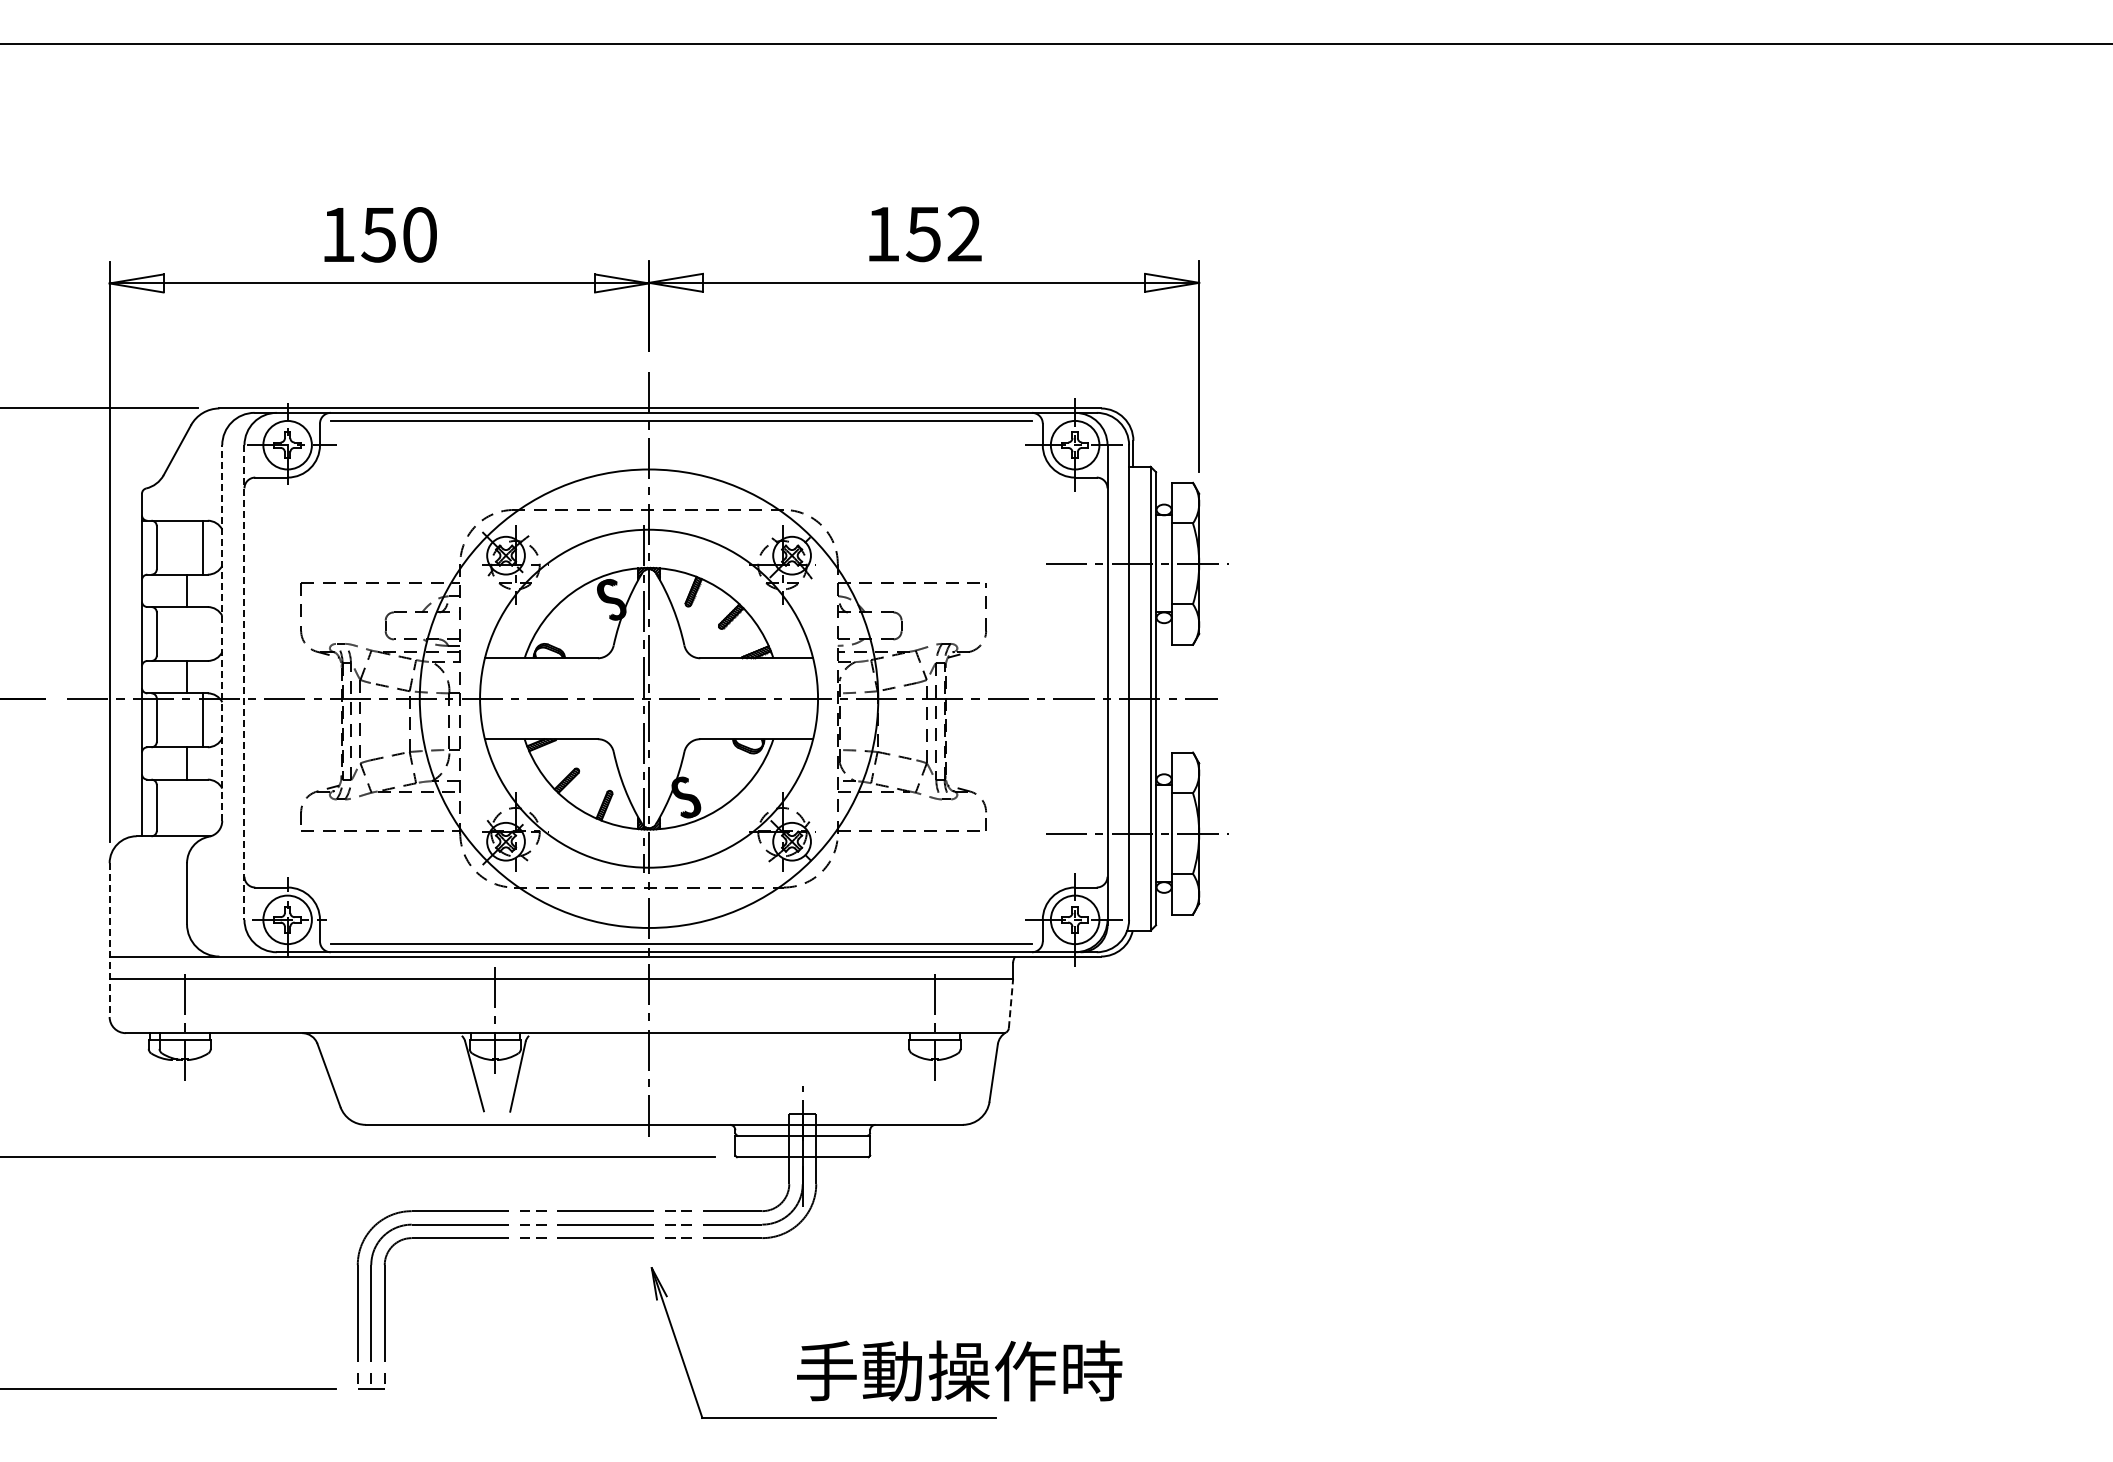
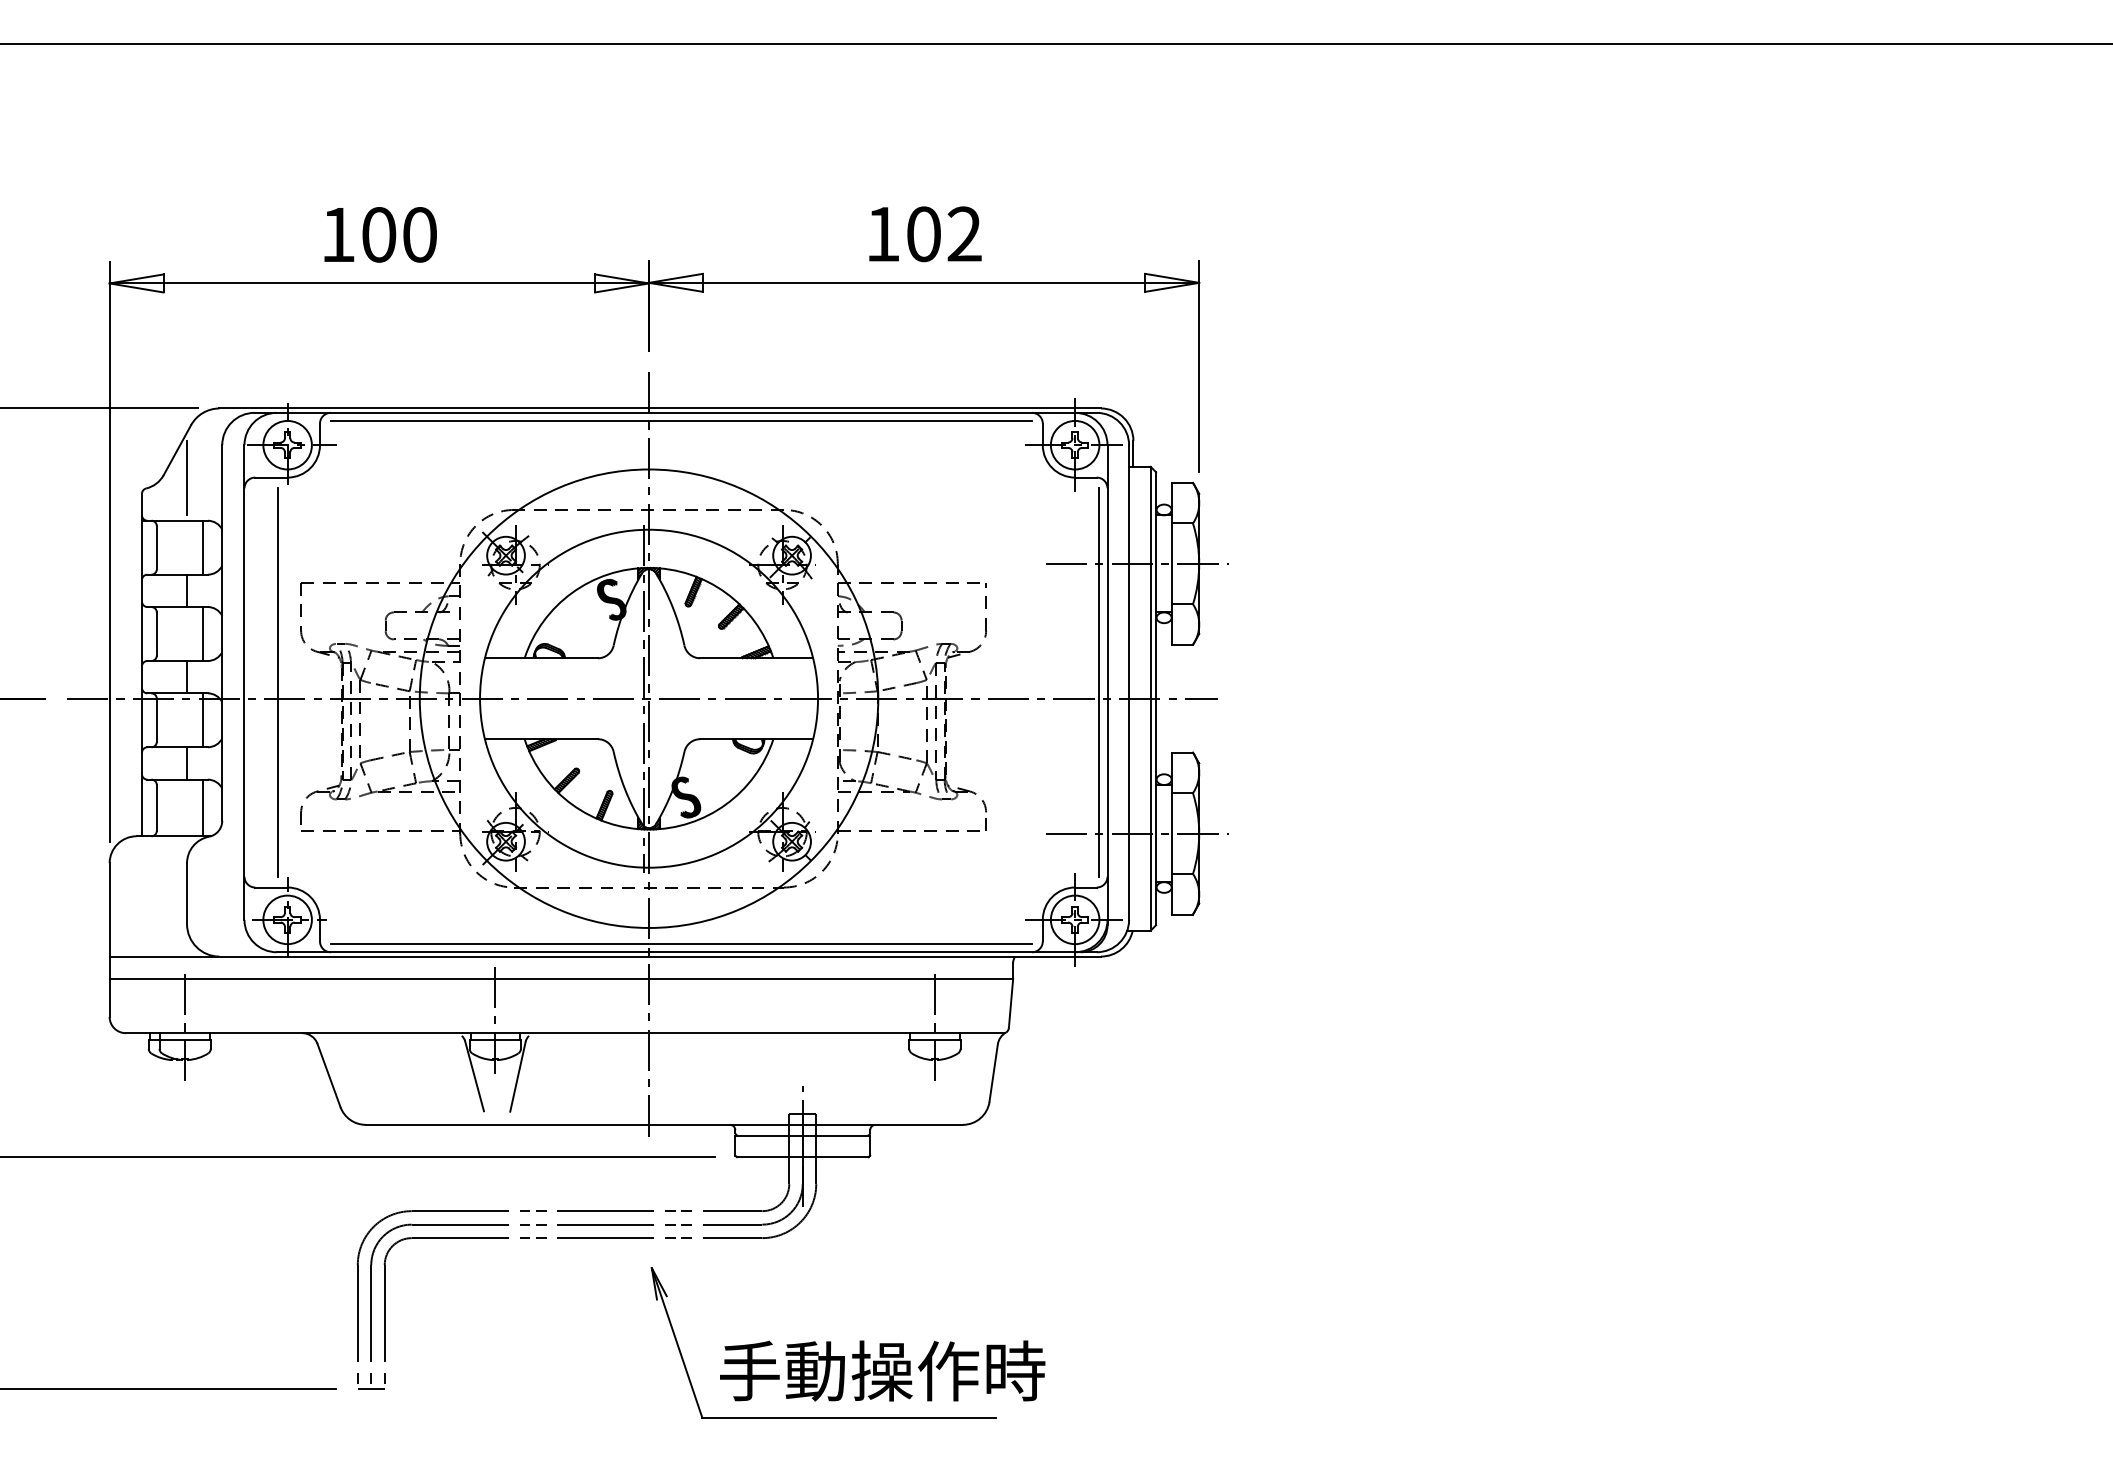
text at (378, 234): 150 -> 100
text at (923, 234): 152 -> 102
line at (187, 477): none -> present
line at (203, 633): none -> present
line at (222, 633): dashed -> solid
line at (277, 682): none -> present
line at (1099, 682): none -> present
line at (244, 683): dashed -> solid
line at (203, 807): none -> present
line at (109, 940): dashed -> solid
line at (1011, 1003): dashed -> solid
text at (959, 1370) position: (959, 1370) -> (882, 1370)
